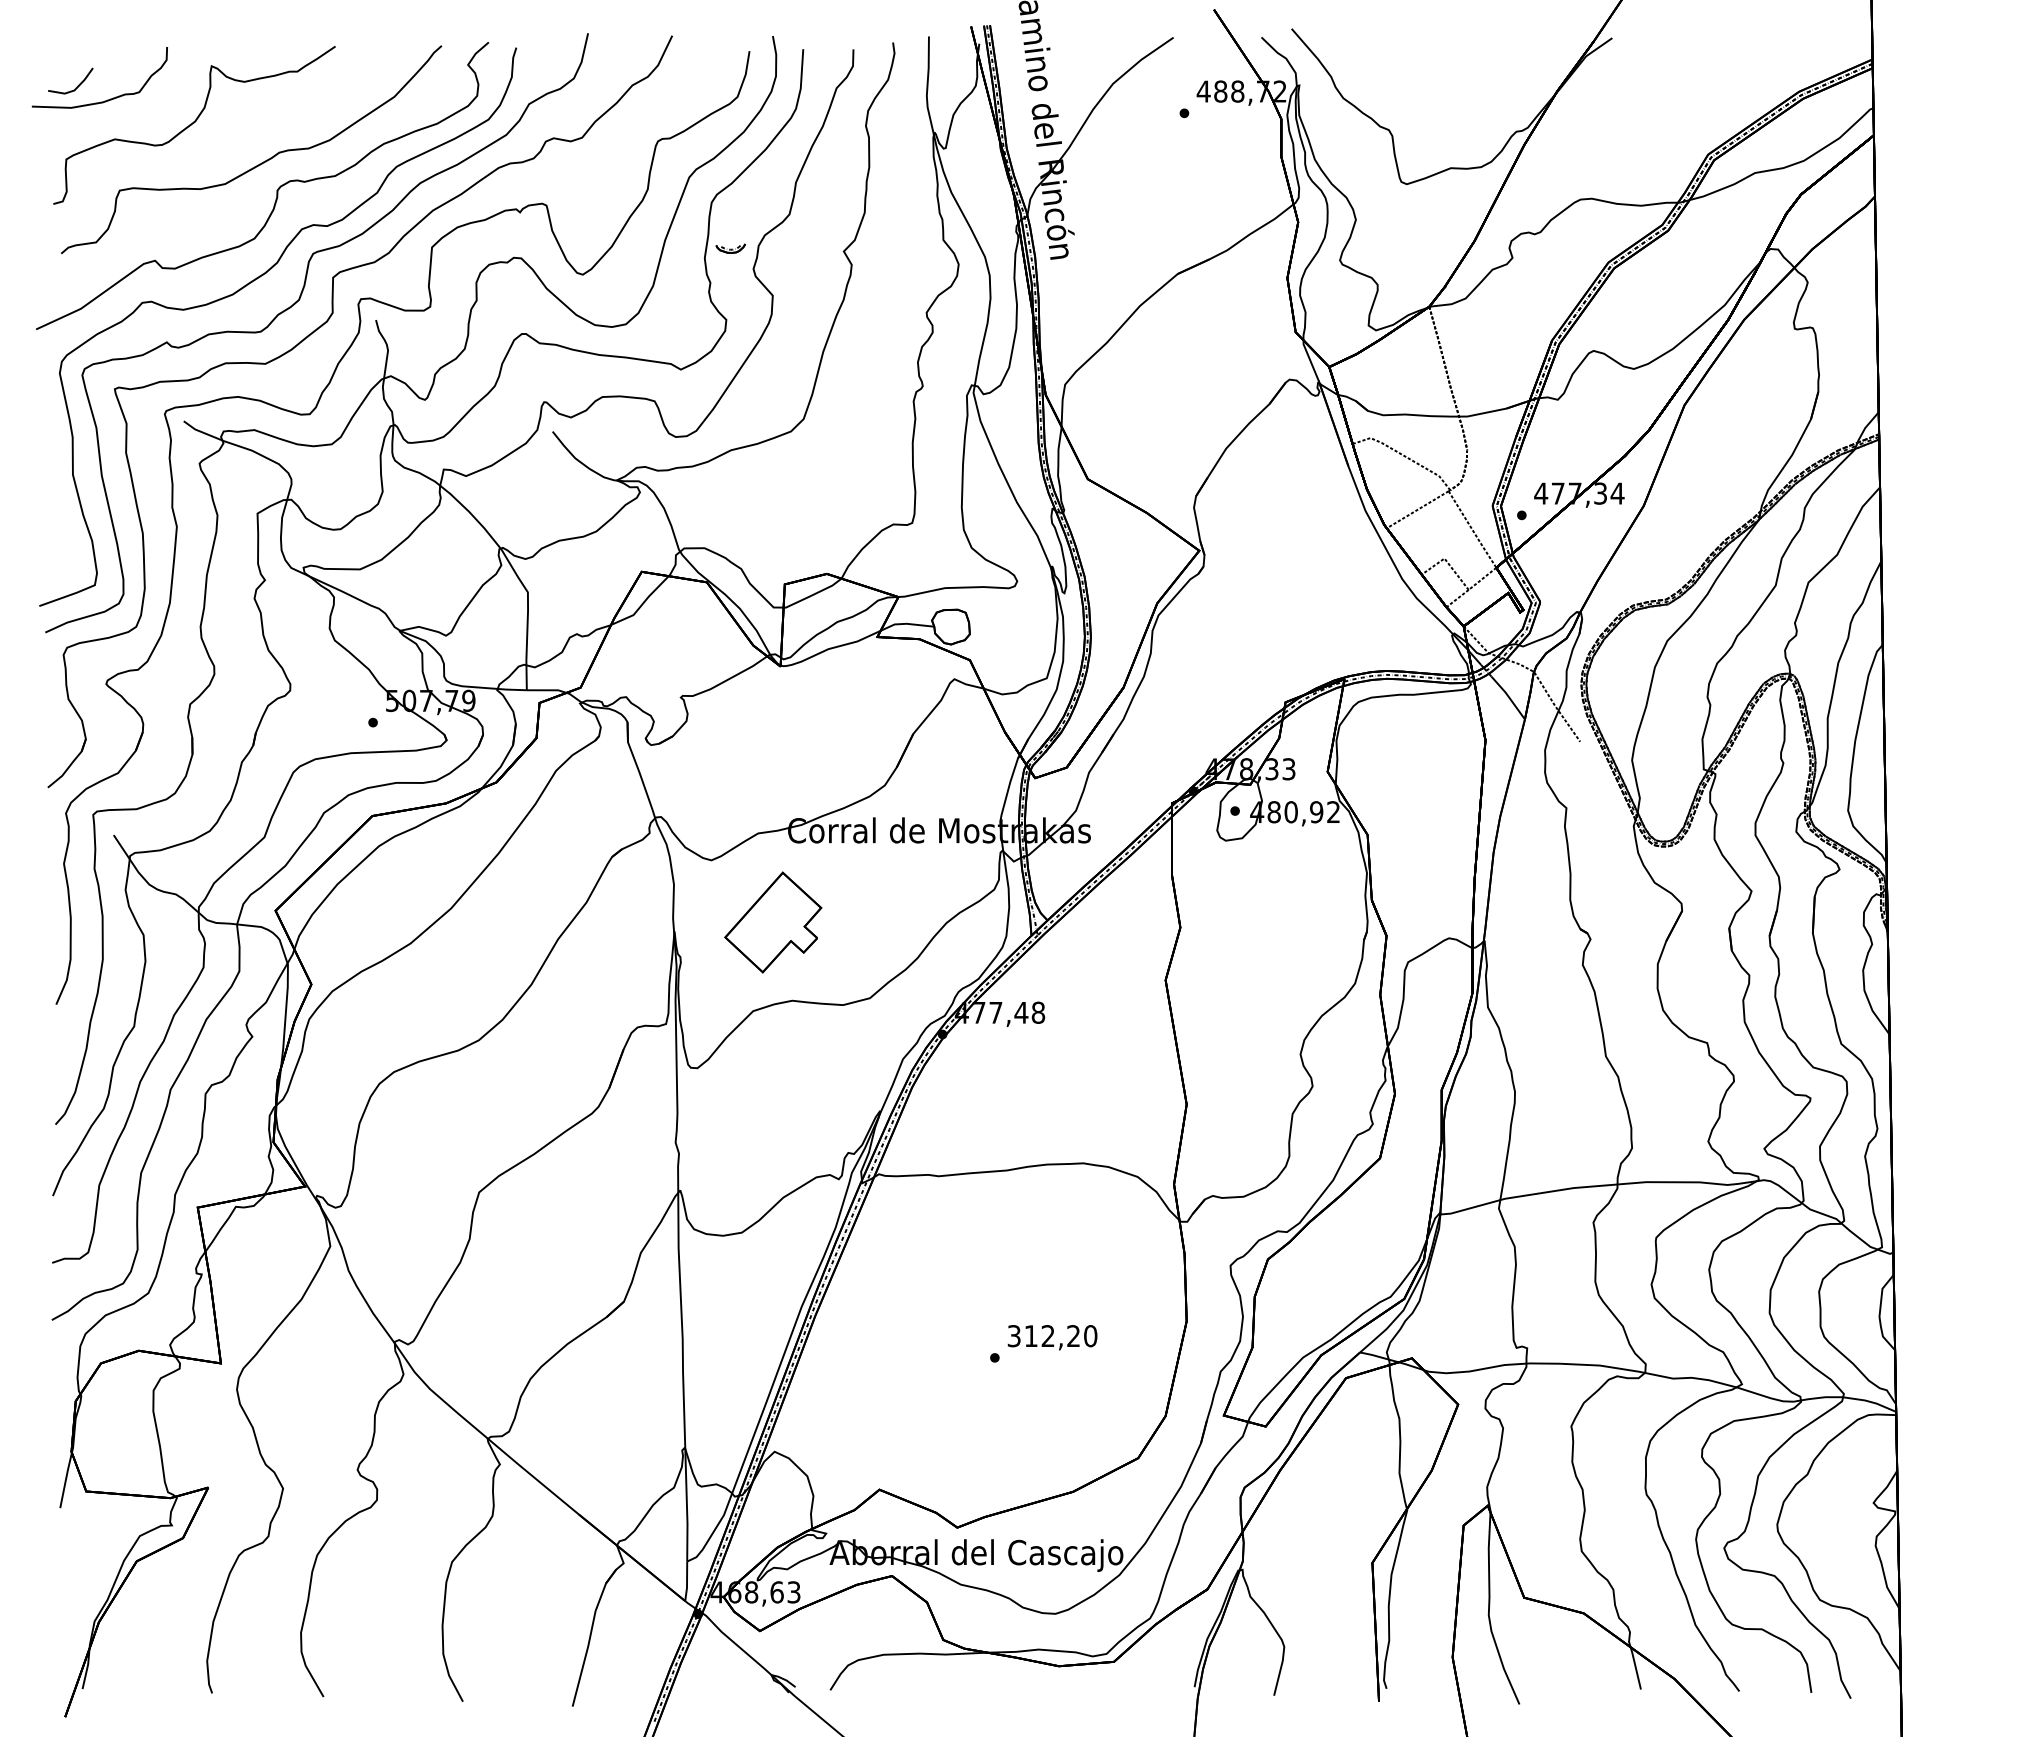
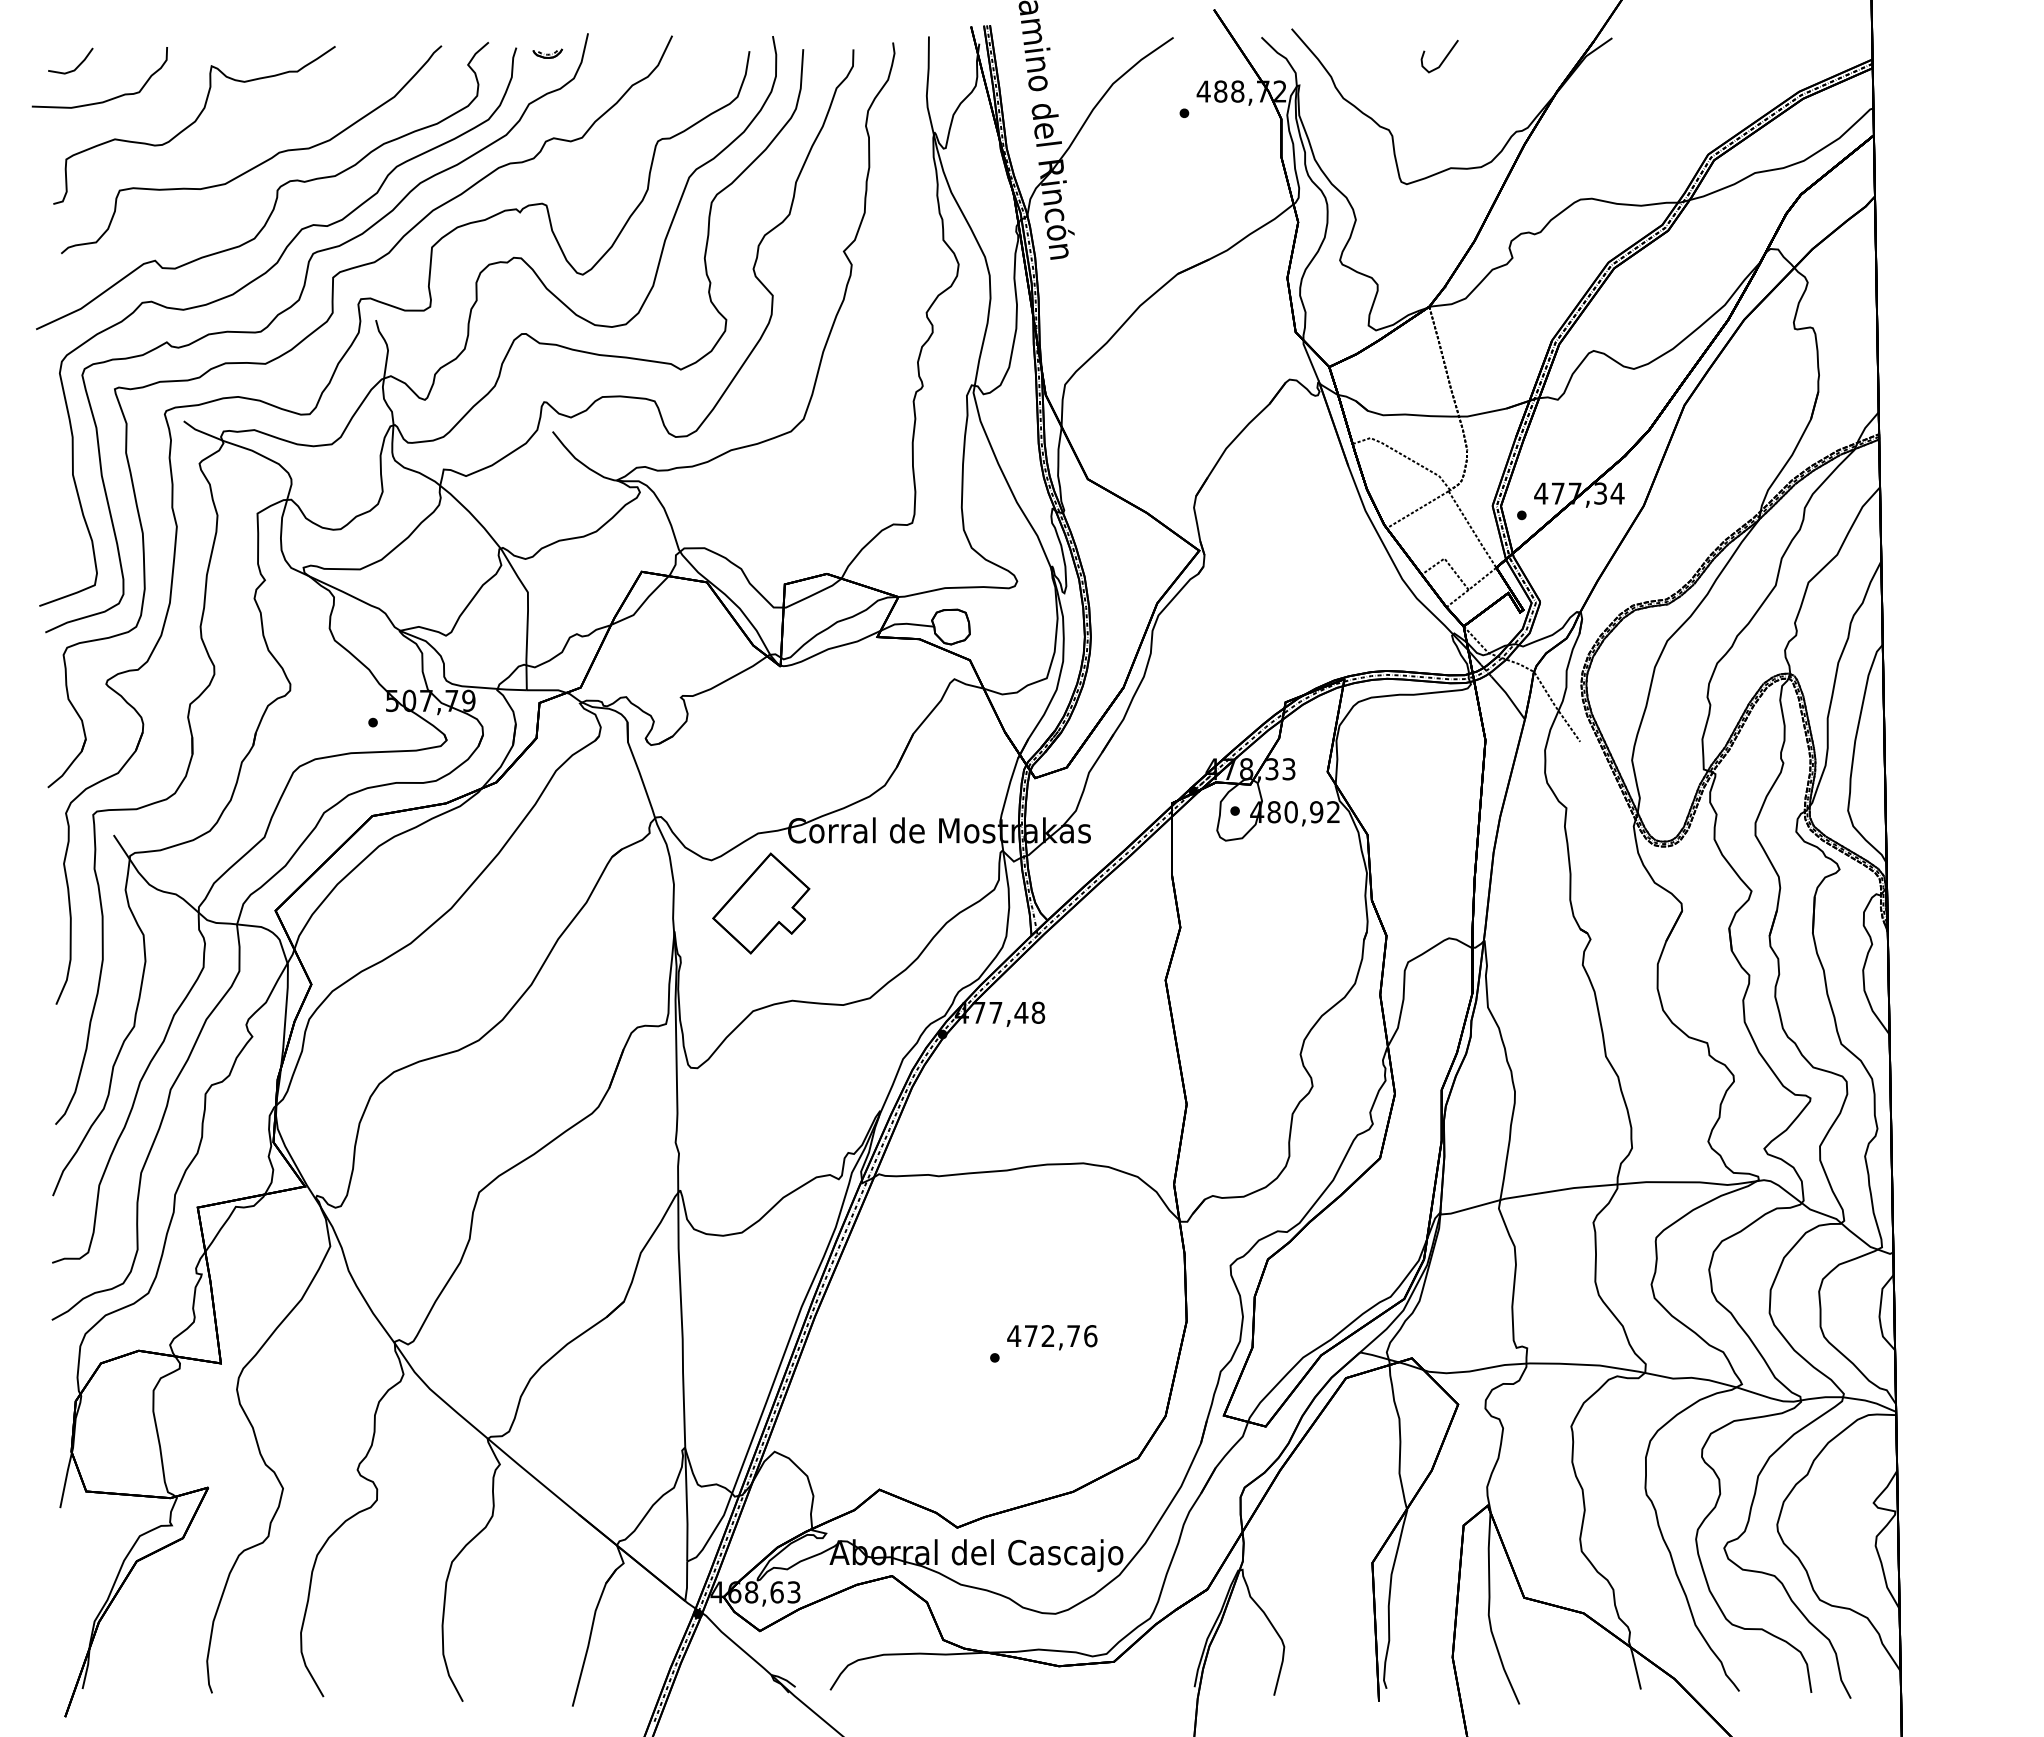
curve at (1443, 59): none -> present
line at (76, 86) position: (76, 86) -> (76, 66)
part at (730, 248) position: (730, 248) -> (547, 53)
part at (773, 922) position: (773, 922) -> (761, 903)
text at (1052, 1336): 312,20 -> 472,76
